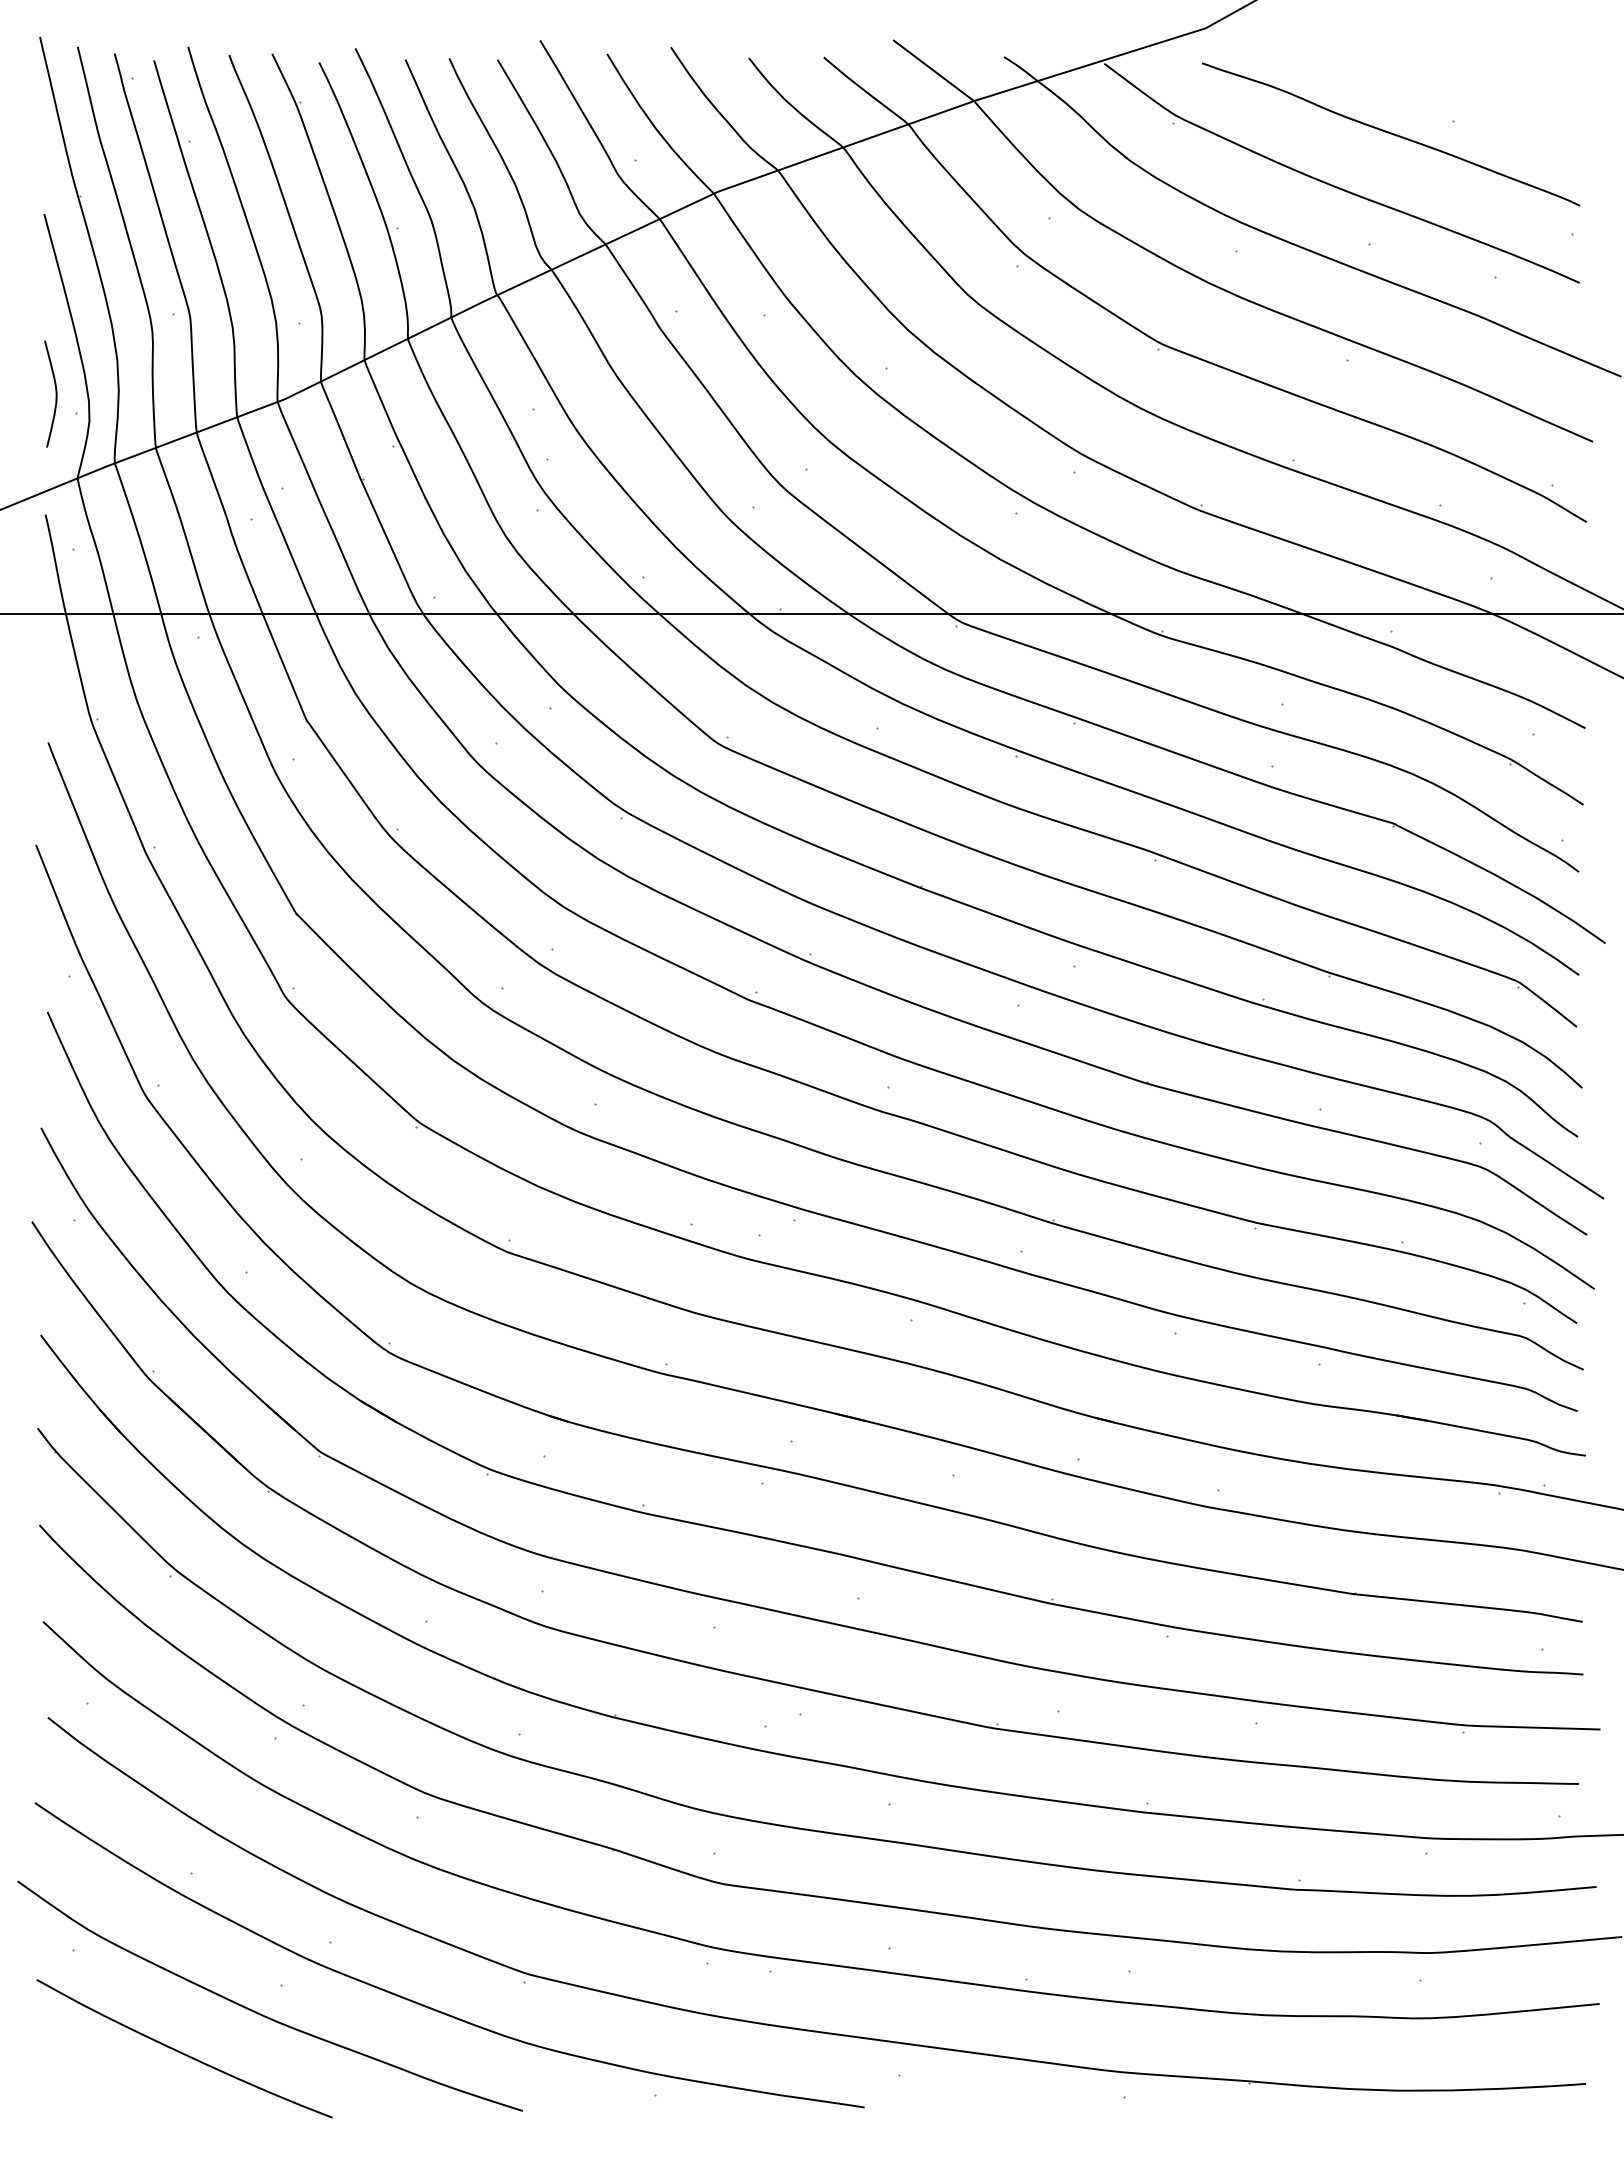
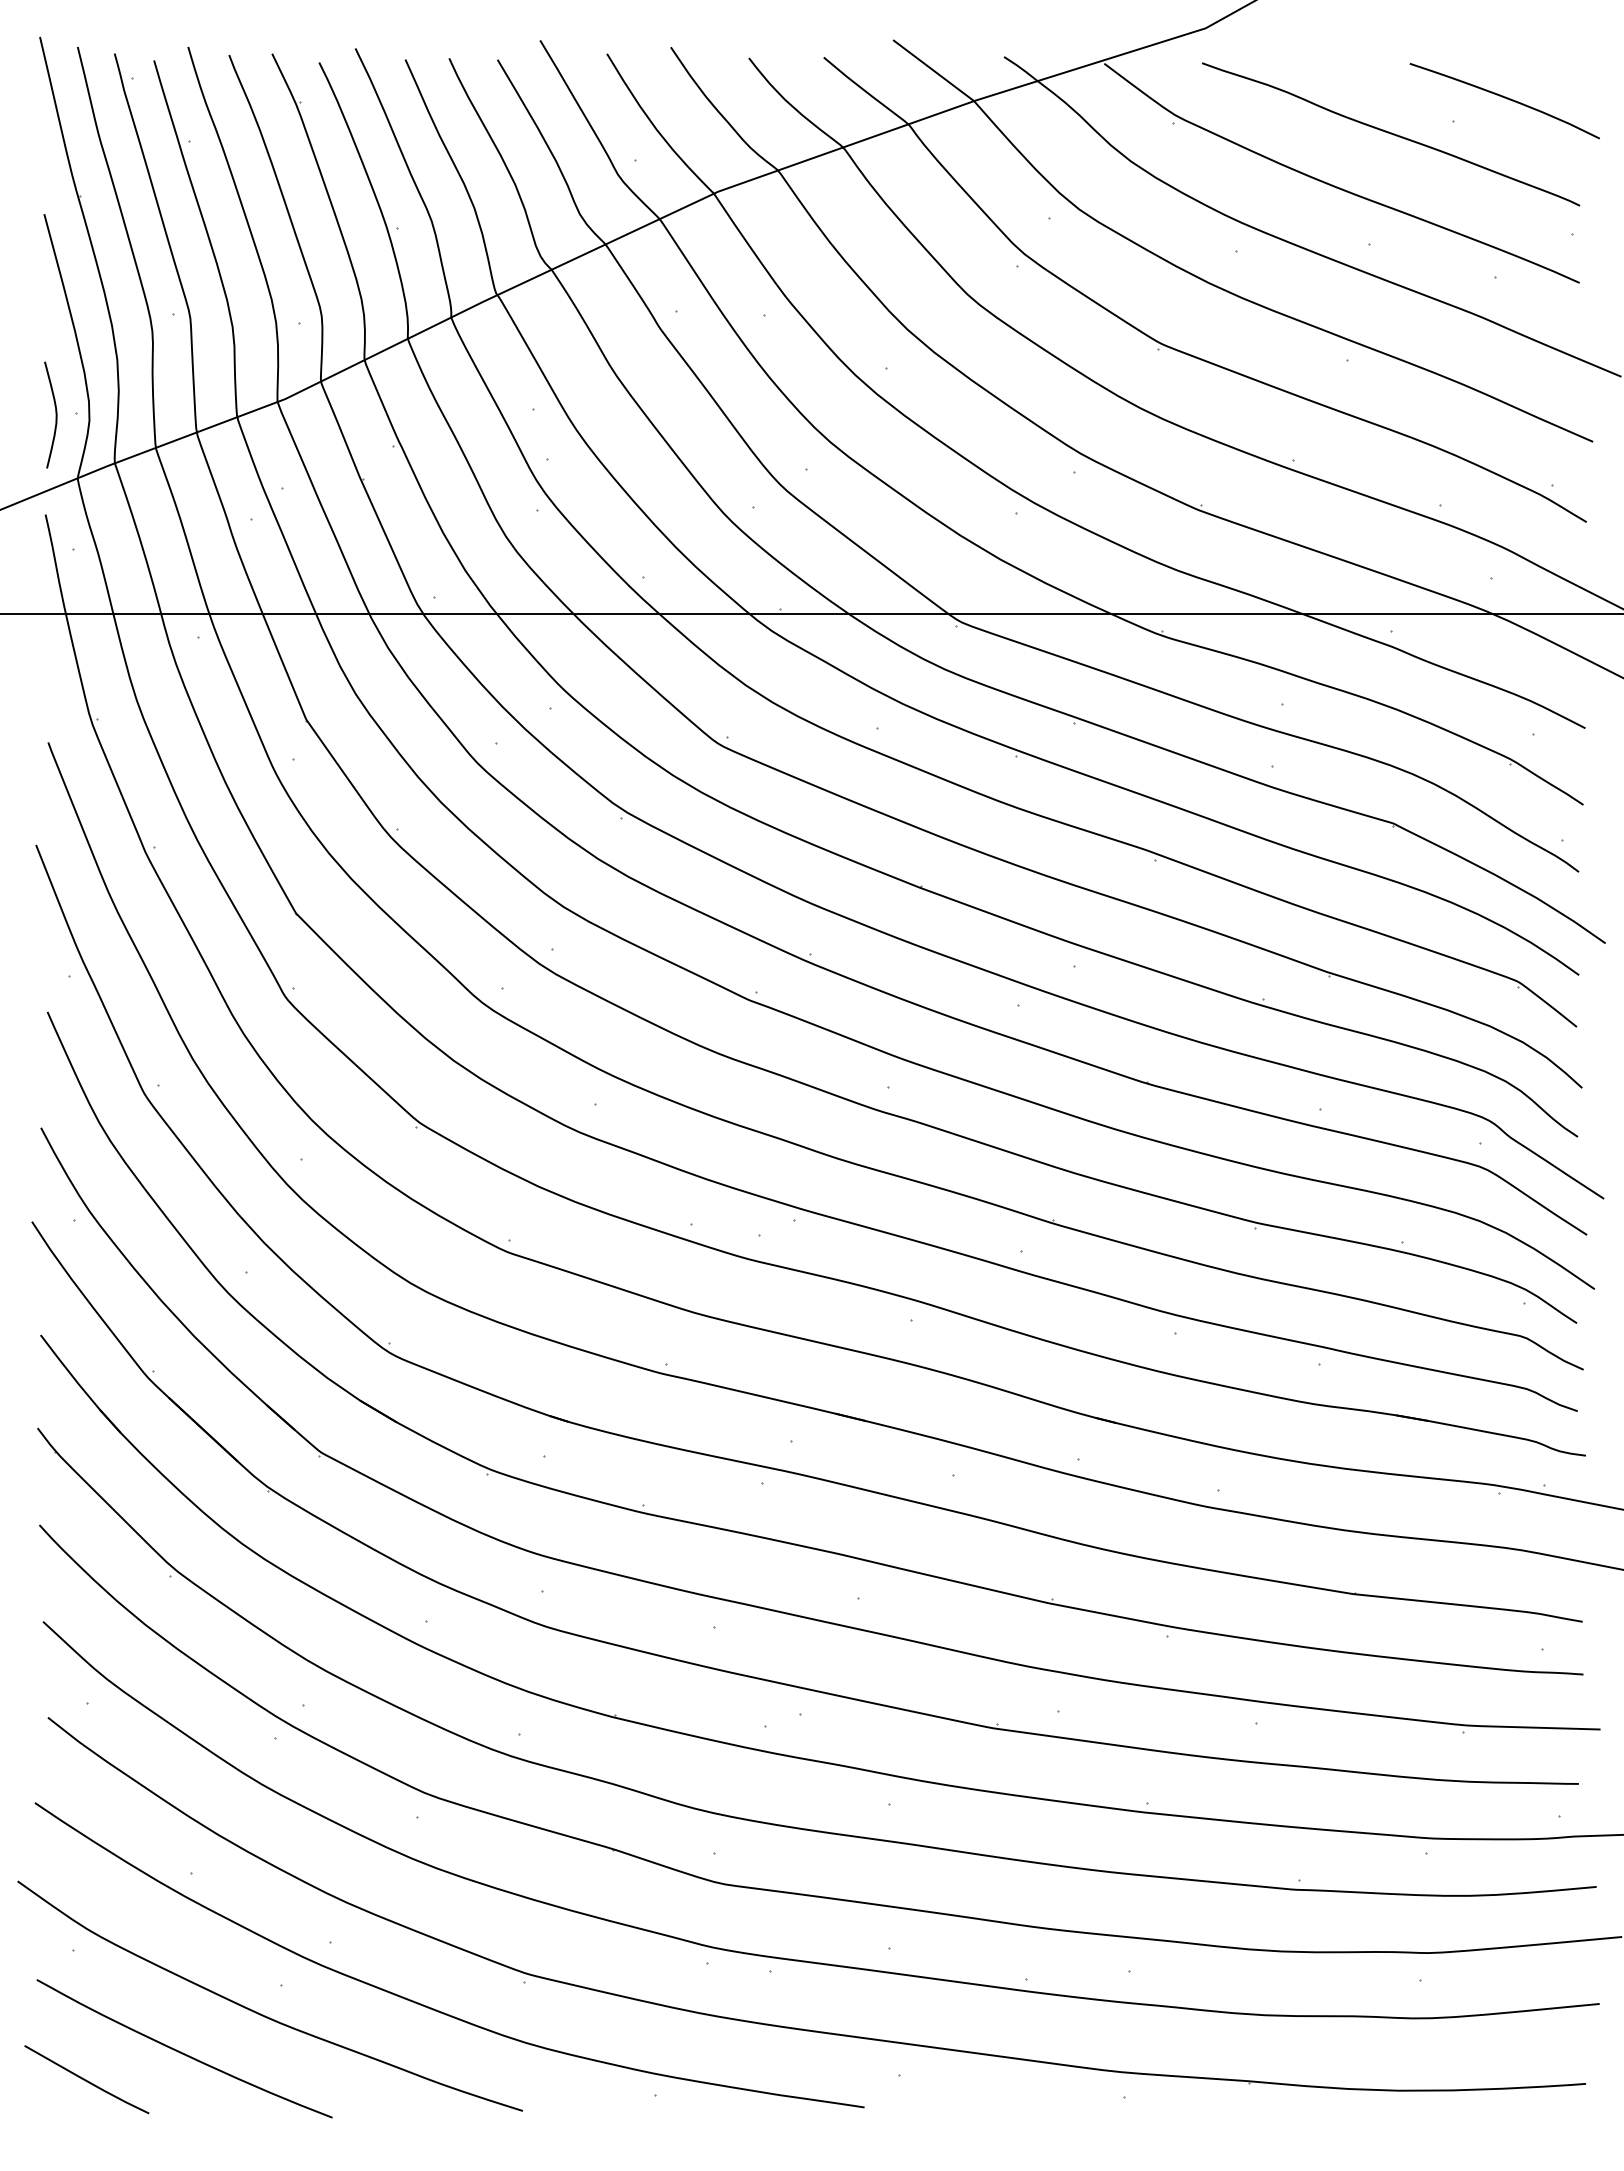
curve at (1504, 98): none -> present
curve at (55, 393) position: (55, 393) -> (55, 414)
line at (86, 2079): none -> present
